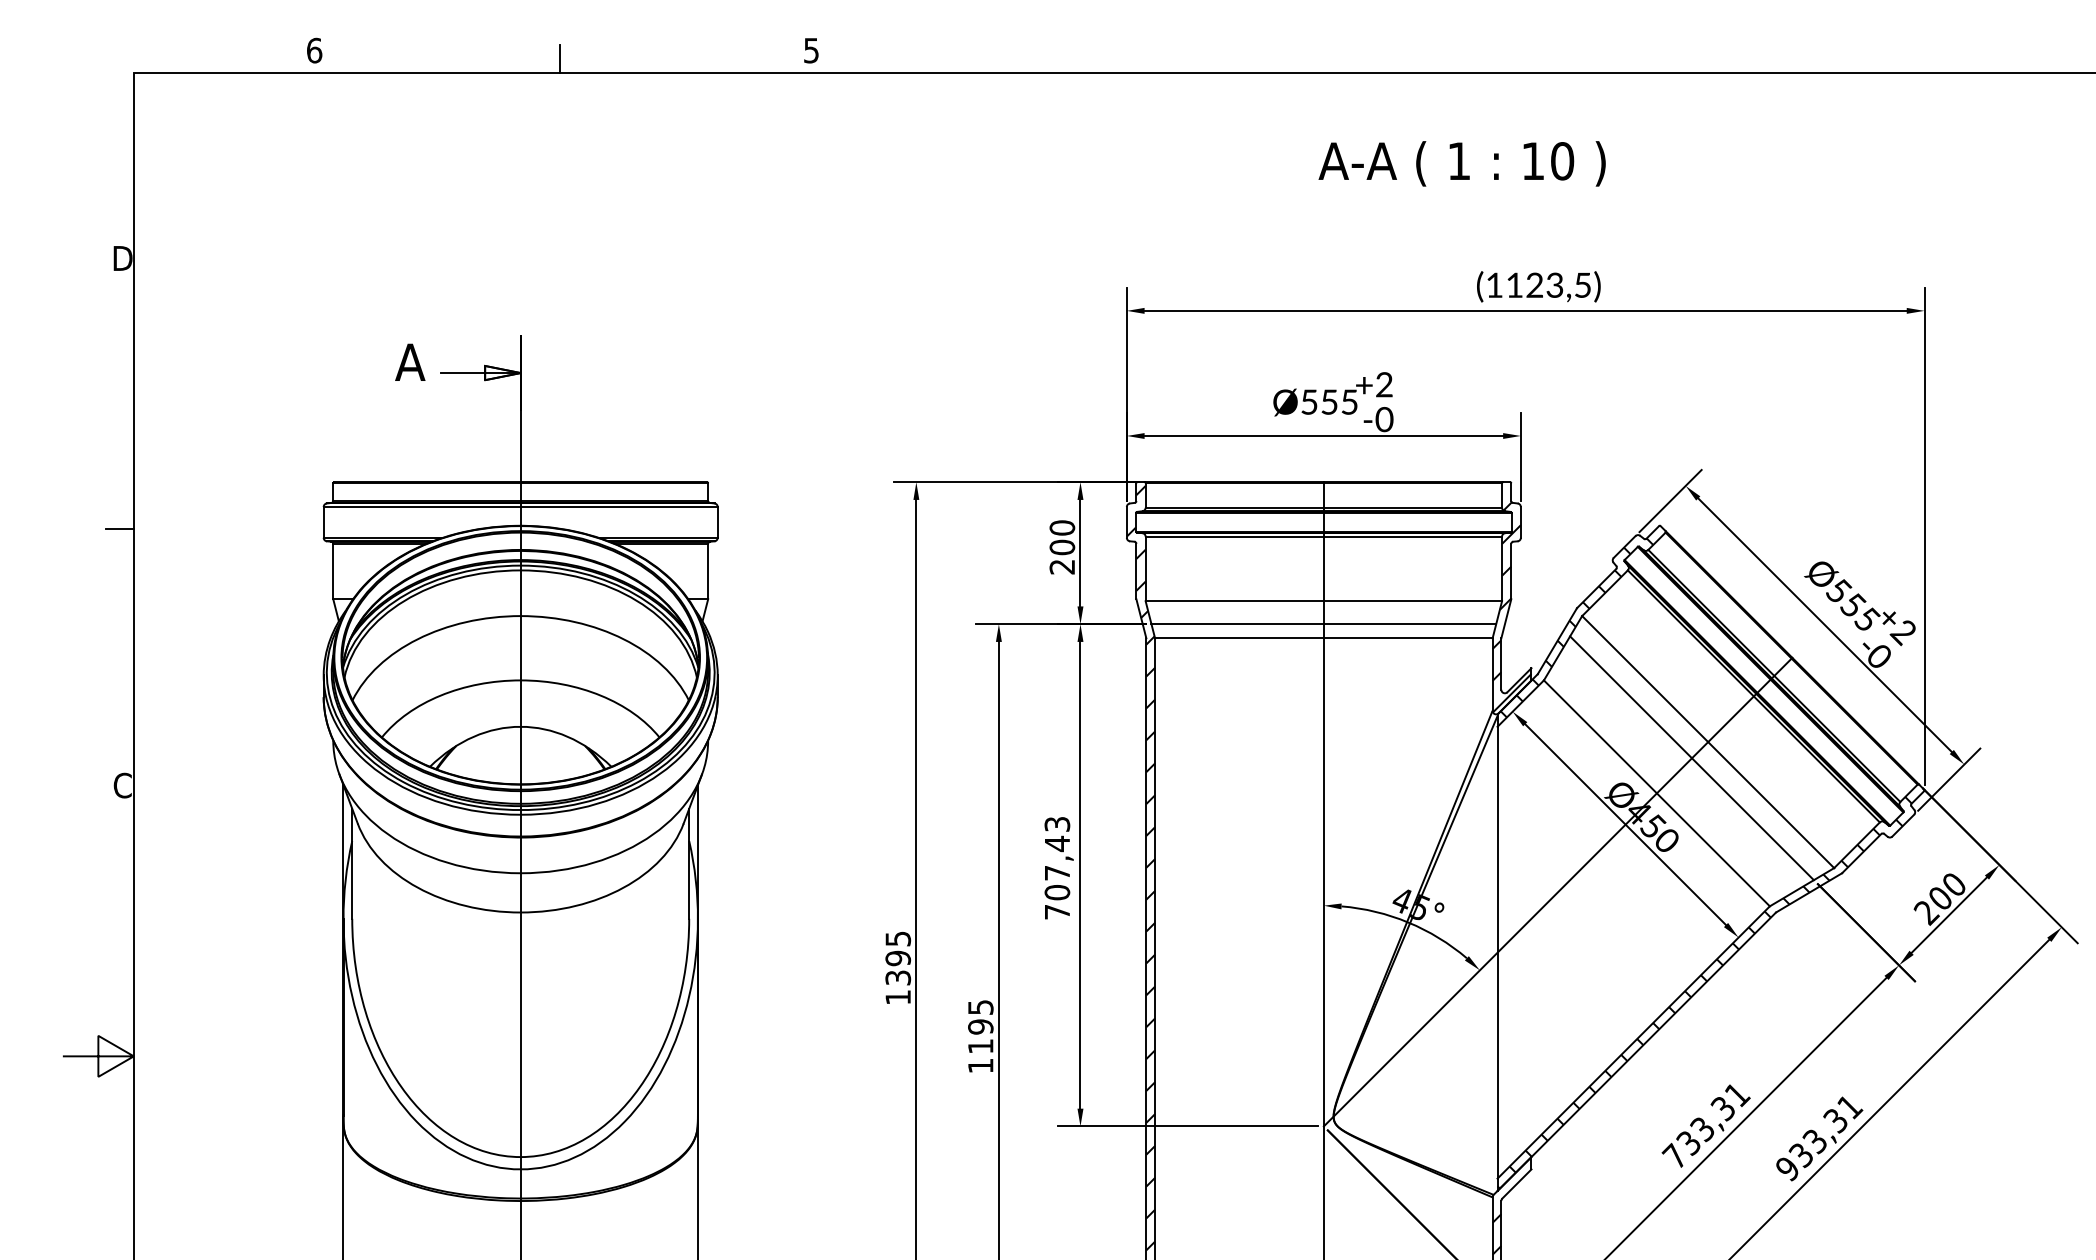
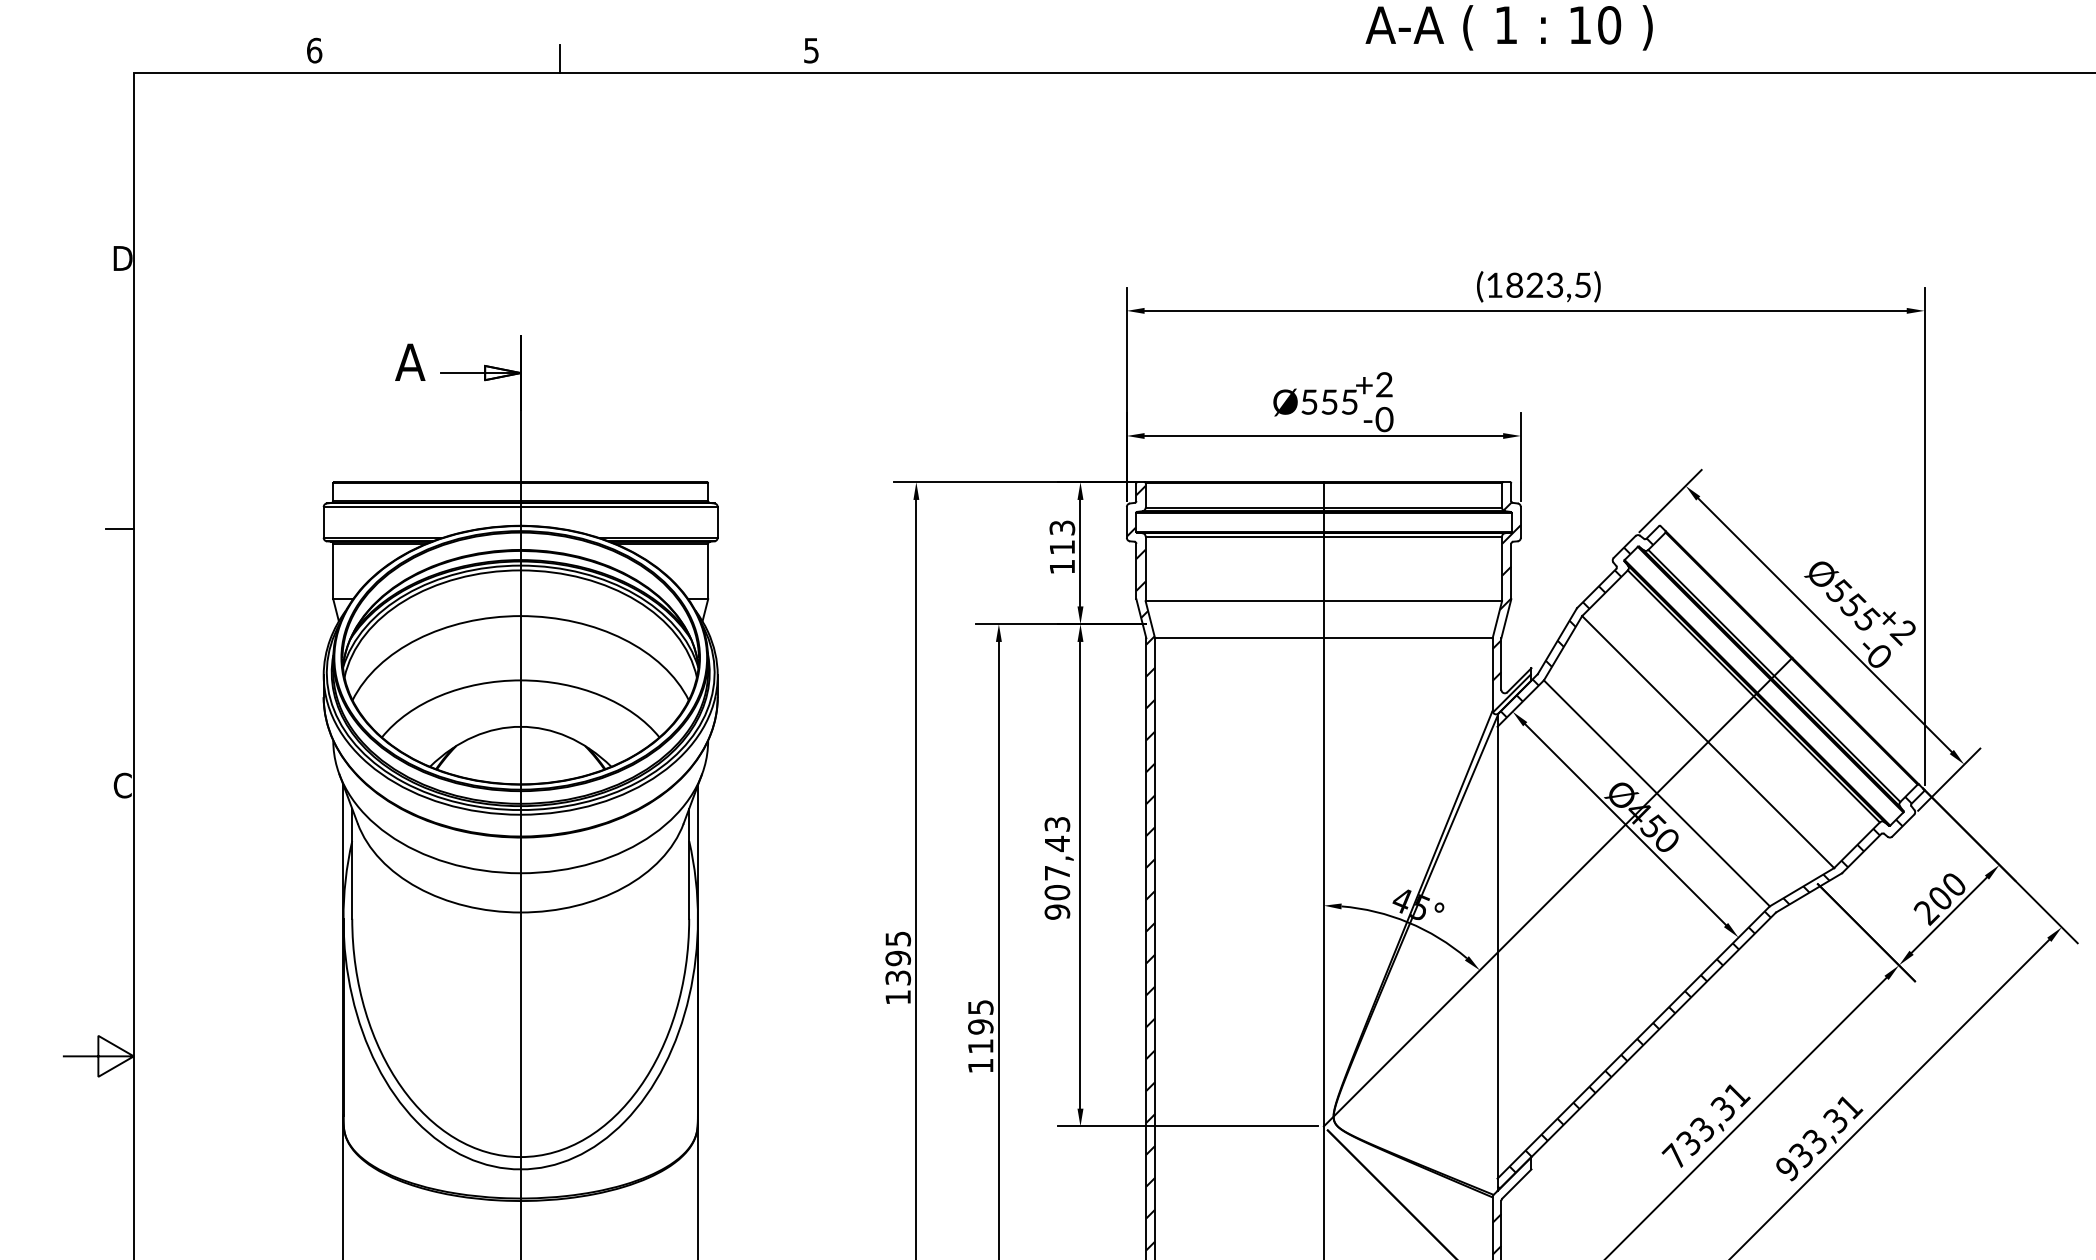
text at (1461, 163) position: (1461, 163) -> (1508, 27)
text at (1514, 284): (1123,5) -> (1823,5)
text at (1062, 547): 200 -> 113
line at (1323, 624): present -> none
line at (1691, 758): present -> none
text at (1057, 911): 707,43 -> 907,43
